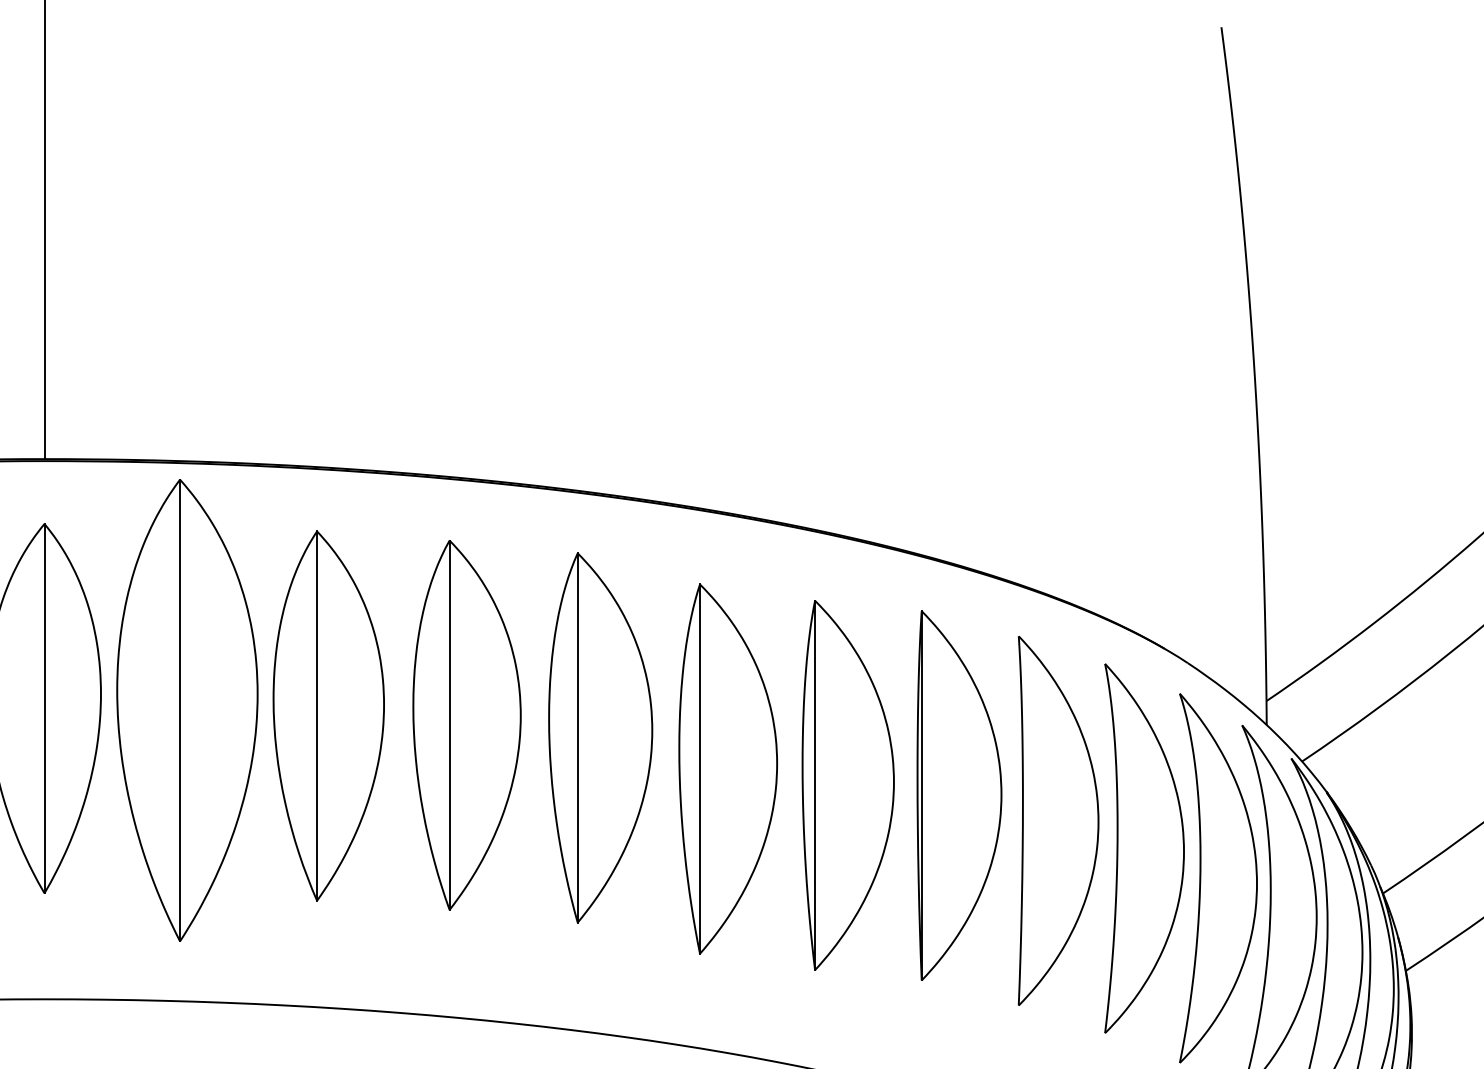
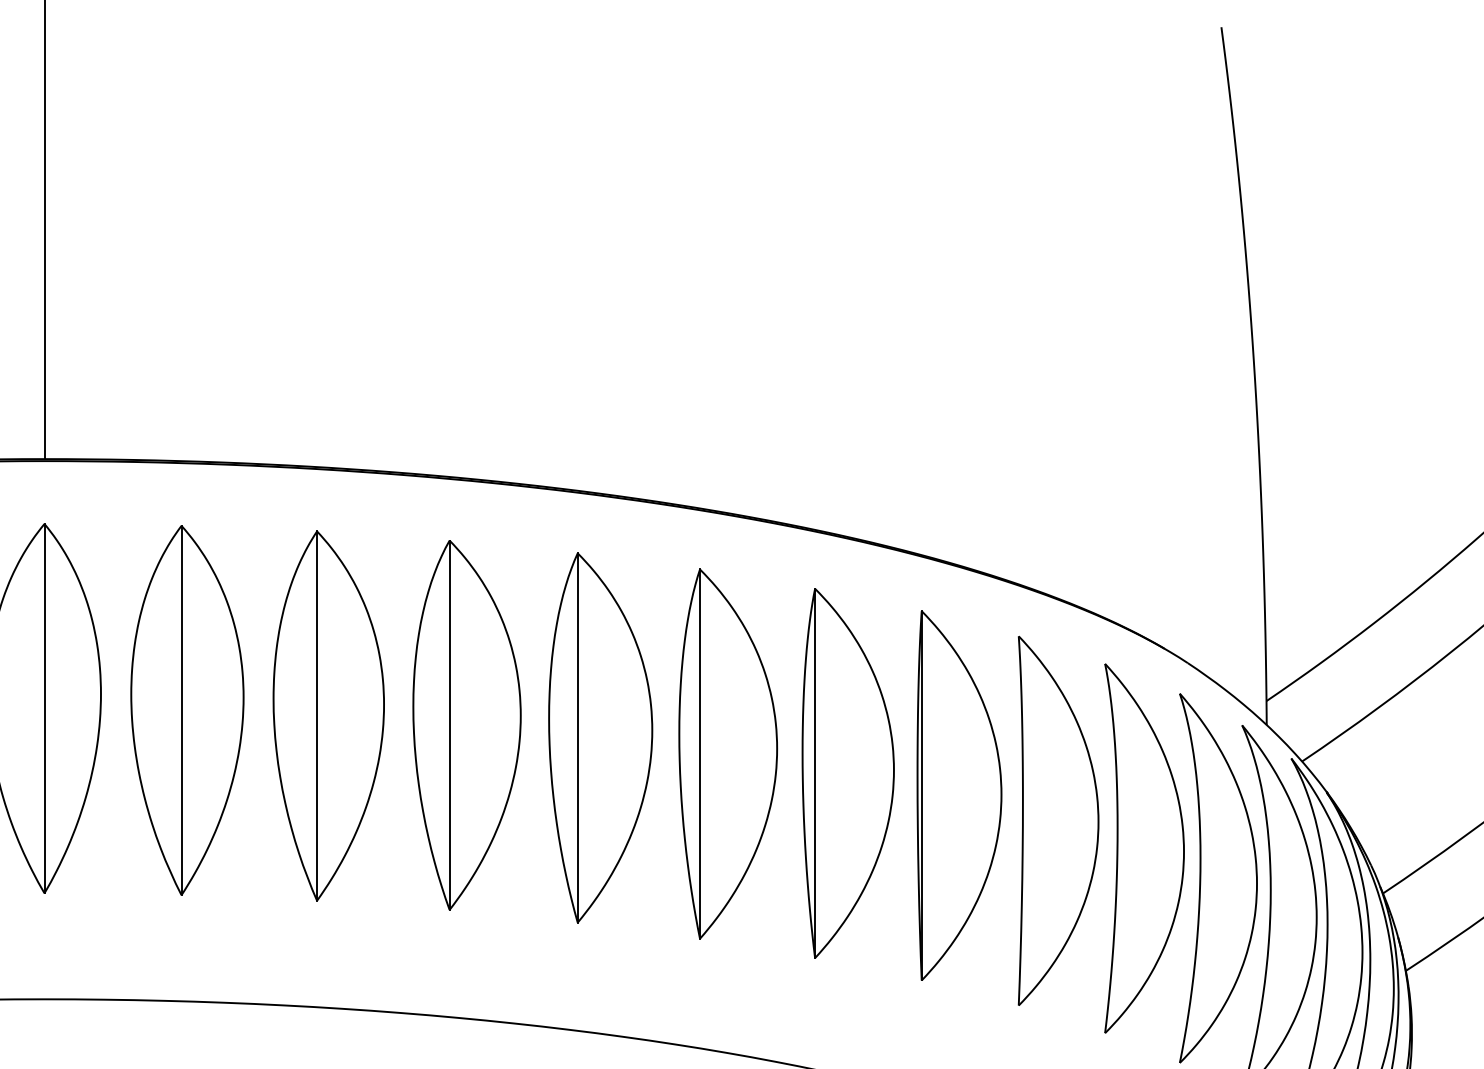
part at (187, 710) size: 143x463 px -> 115x371 px
part at (727, 768) position: (727, 768) -> (727, 753)
part at (847, 785) position: (847, 785) -> (847, 773)
